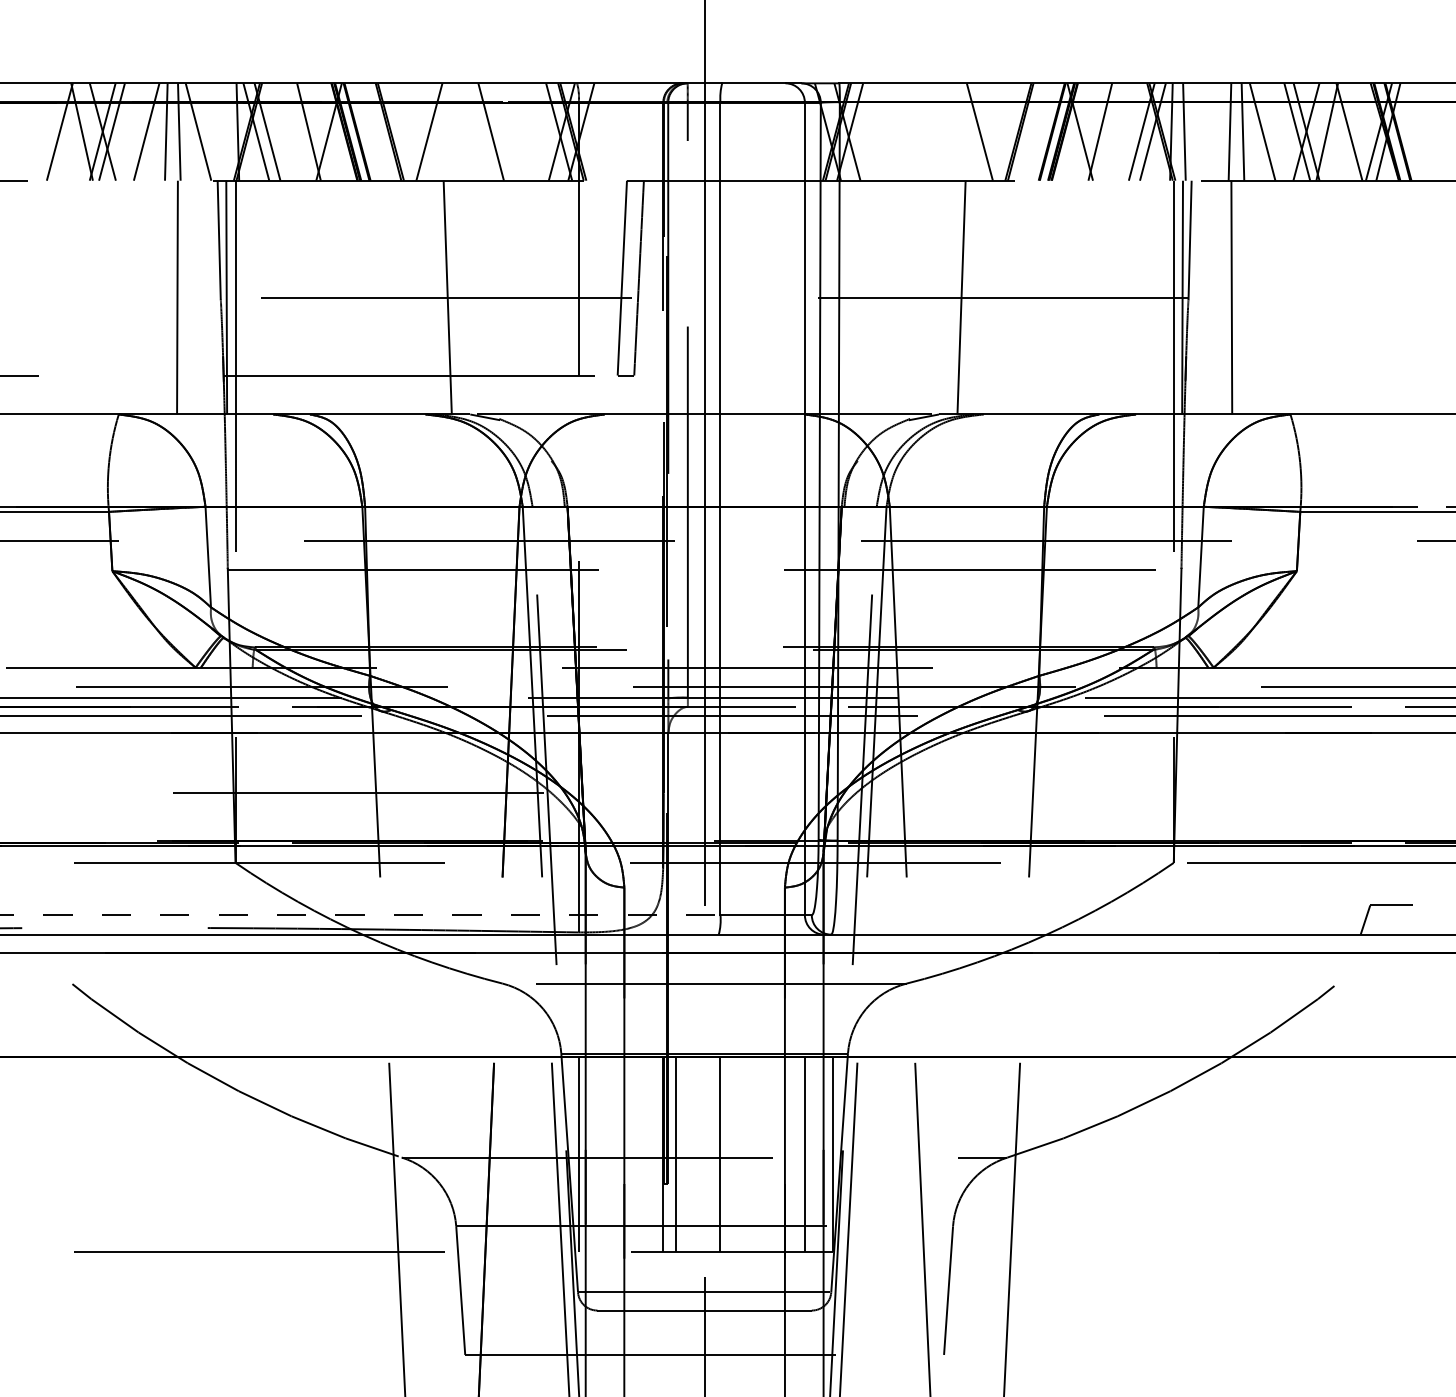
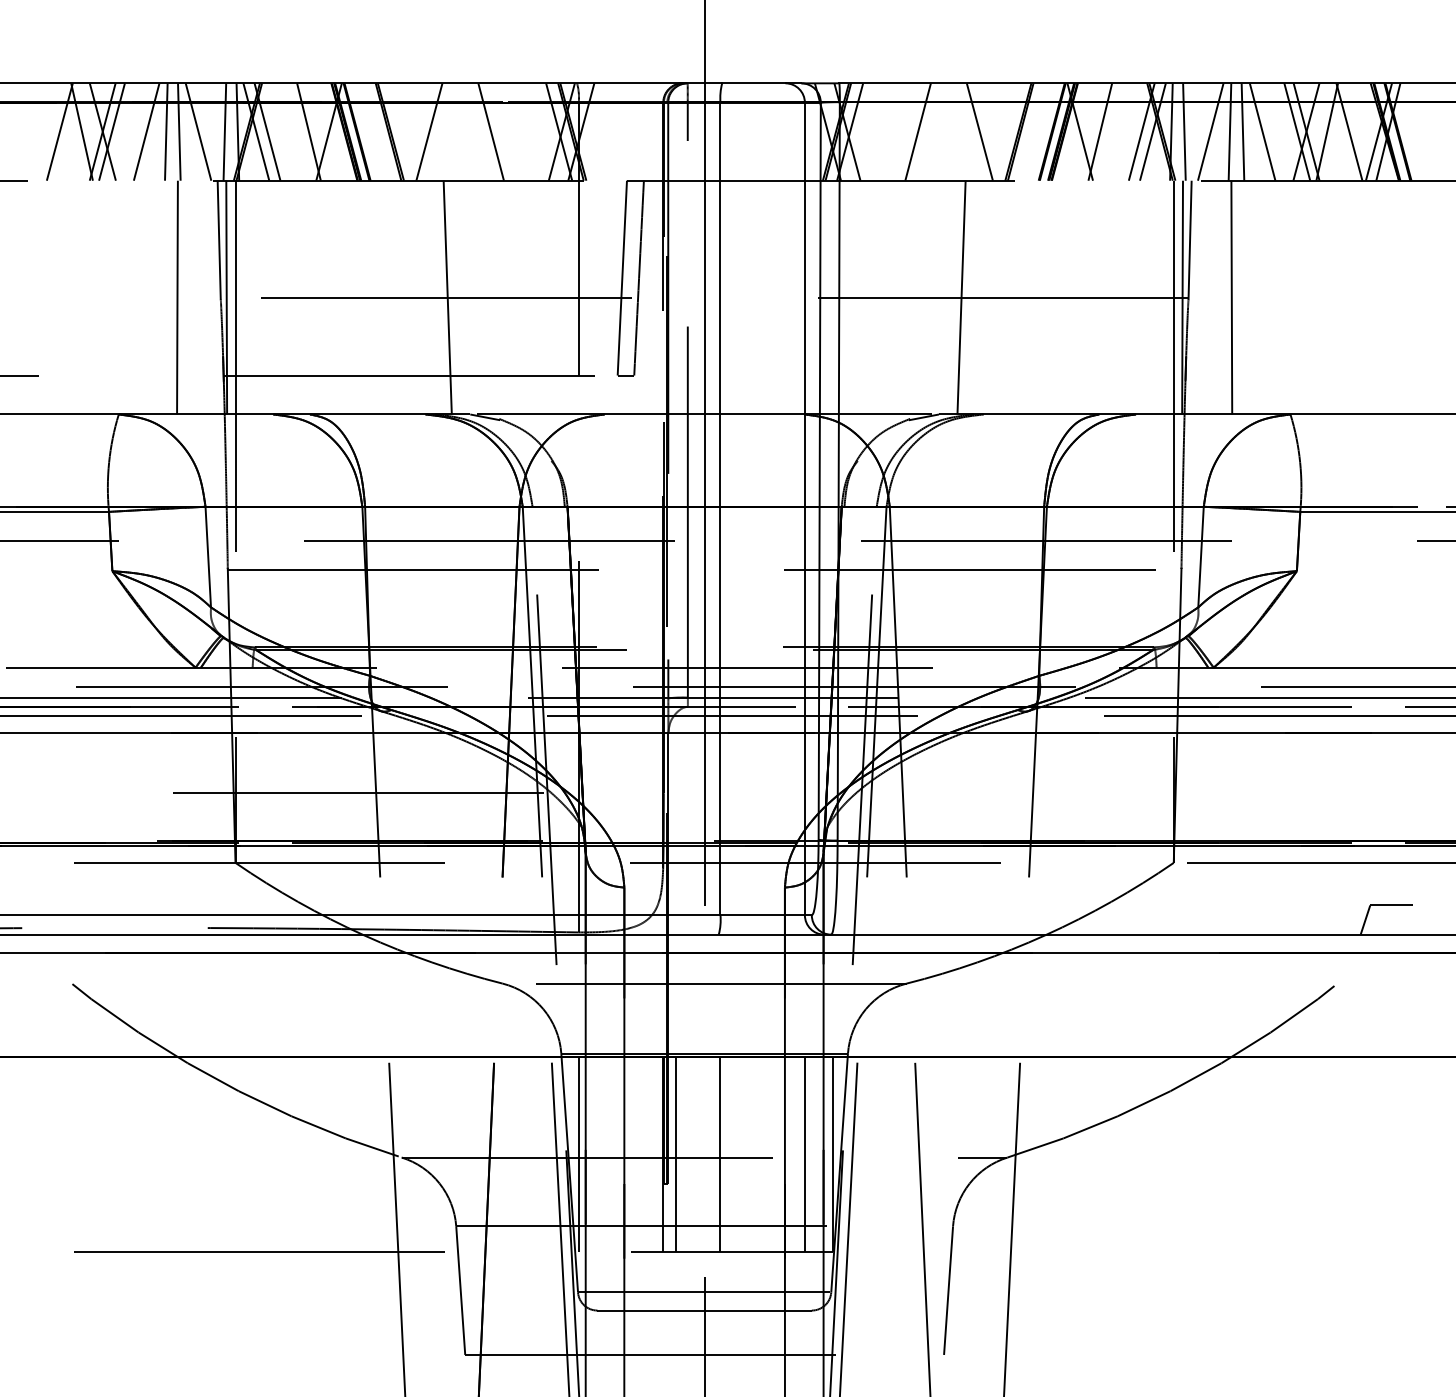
line at (224, 131): none -> present
line at (917, 131): none -> present
line at (1210, 131): none -> present
line at (360, 915): dashed -> solid
